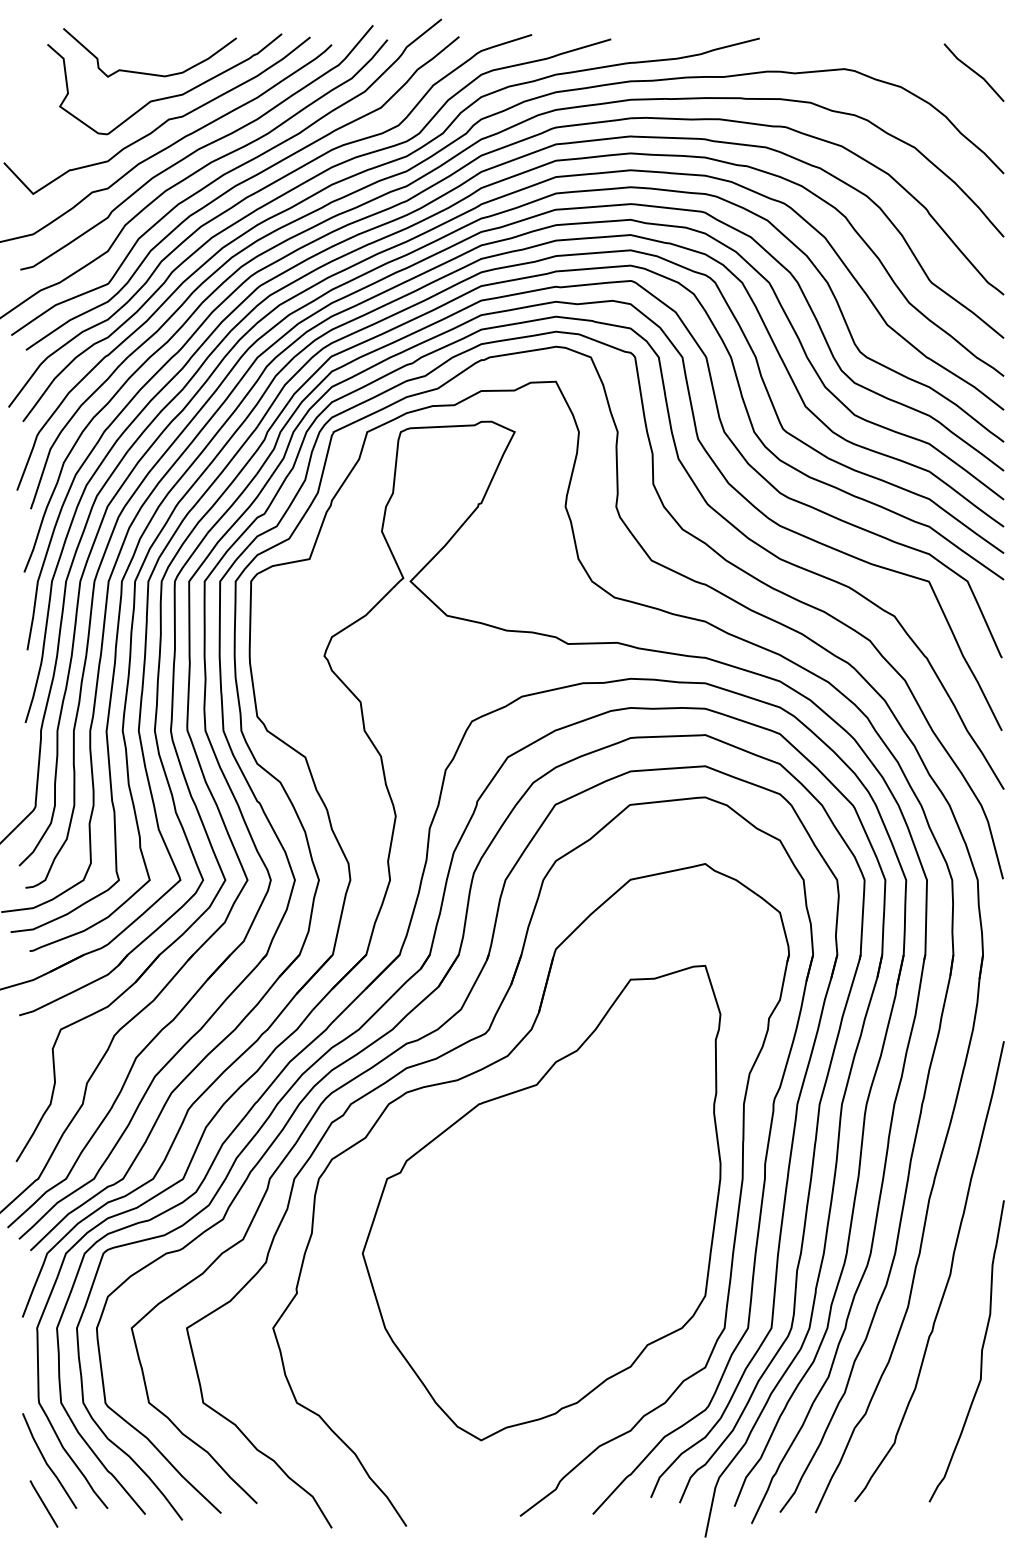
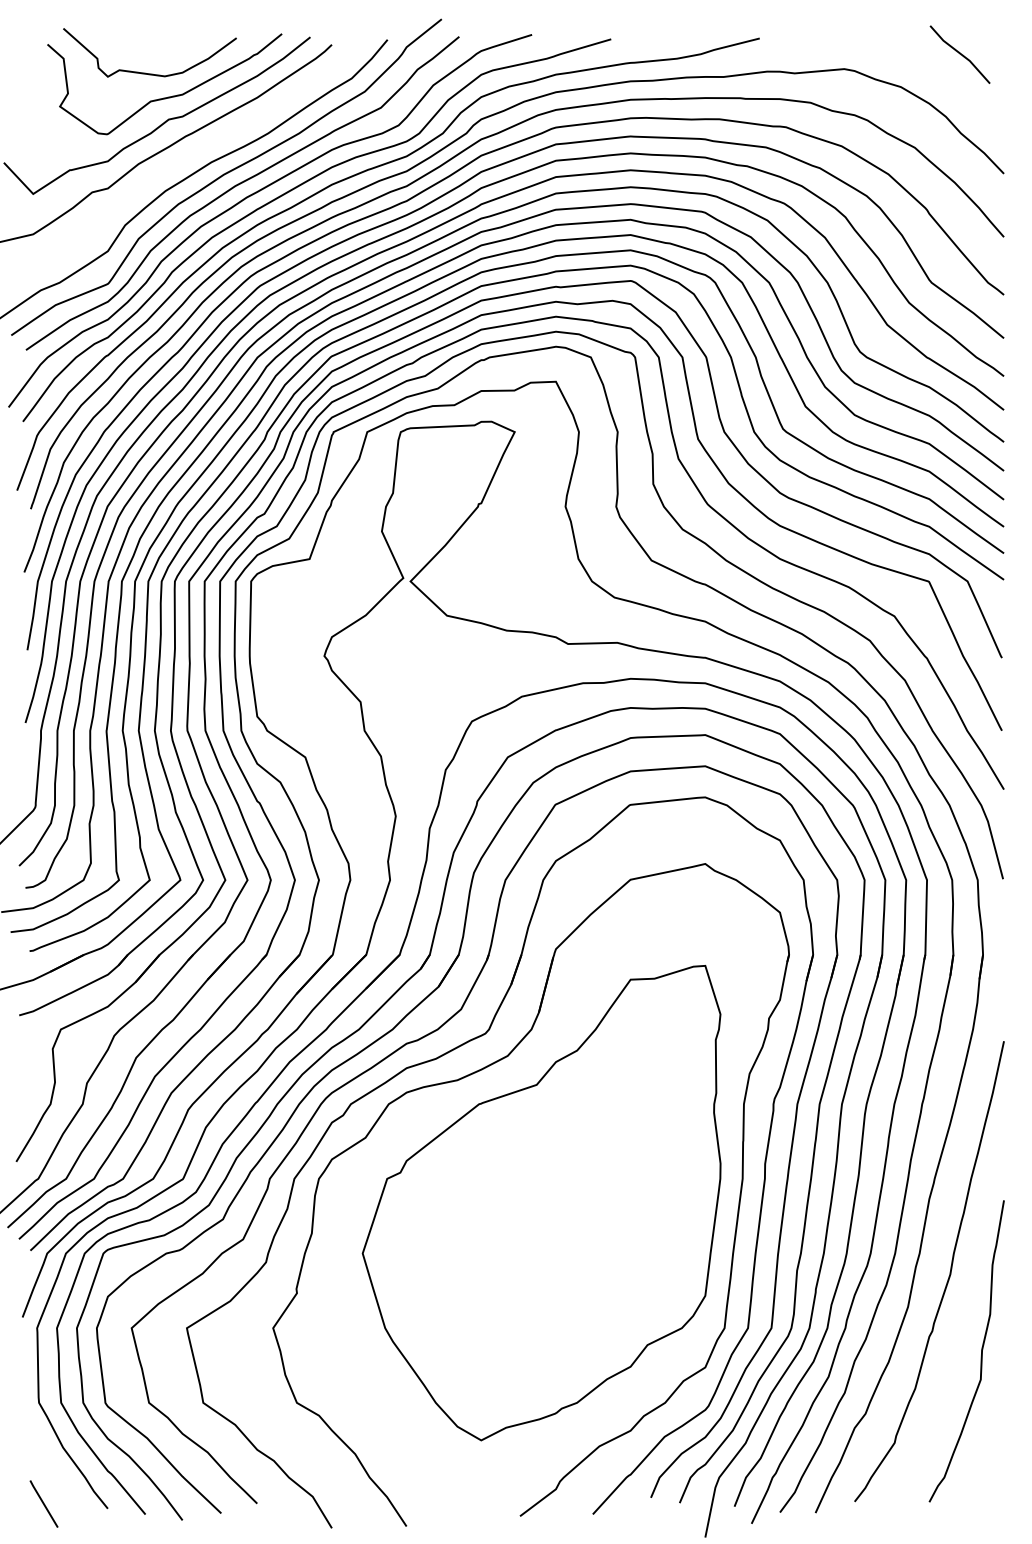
line at (973, 72) position: (973, 72) -> (959, 54)
curve at (197, 148): present -> none
line at (47, 1462): present -> none
